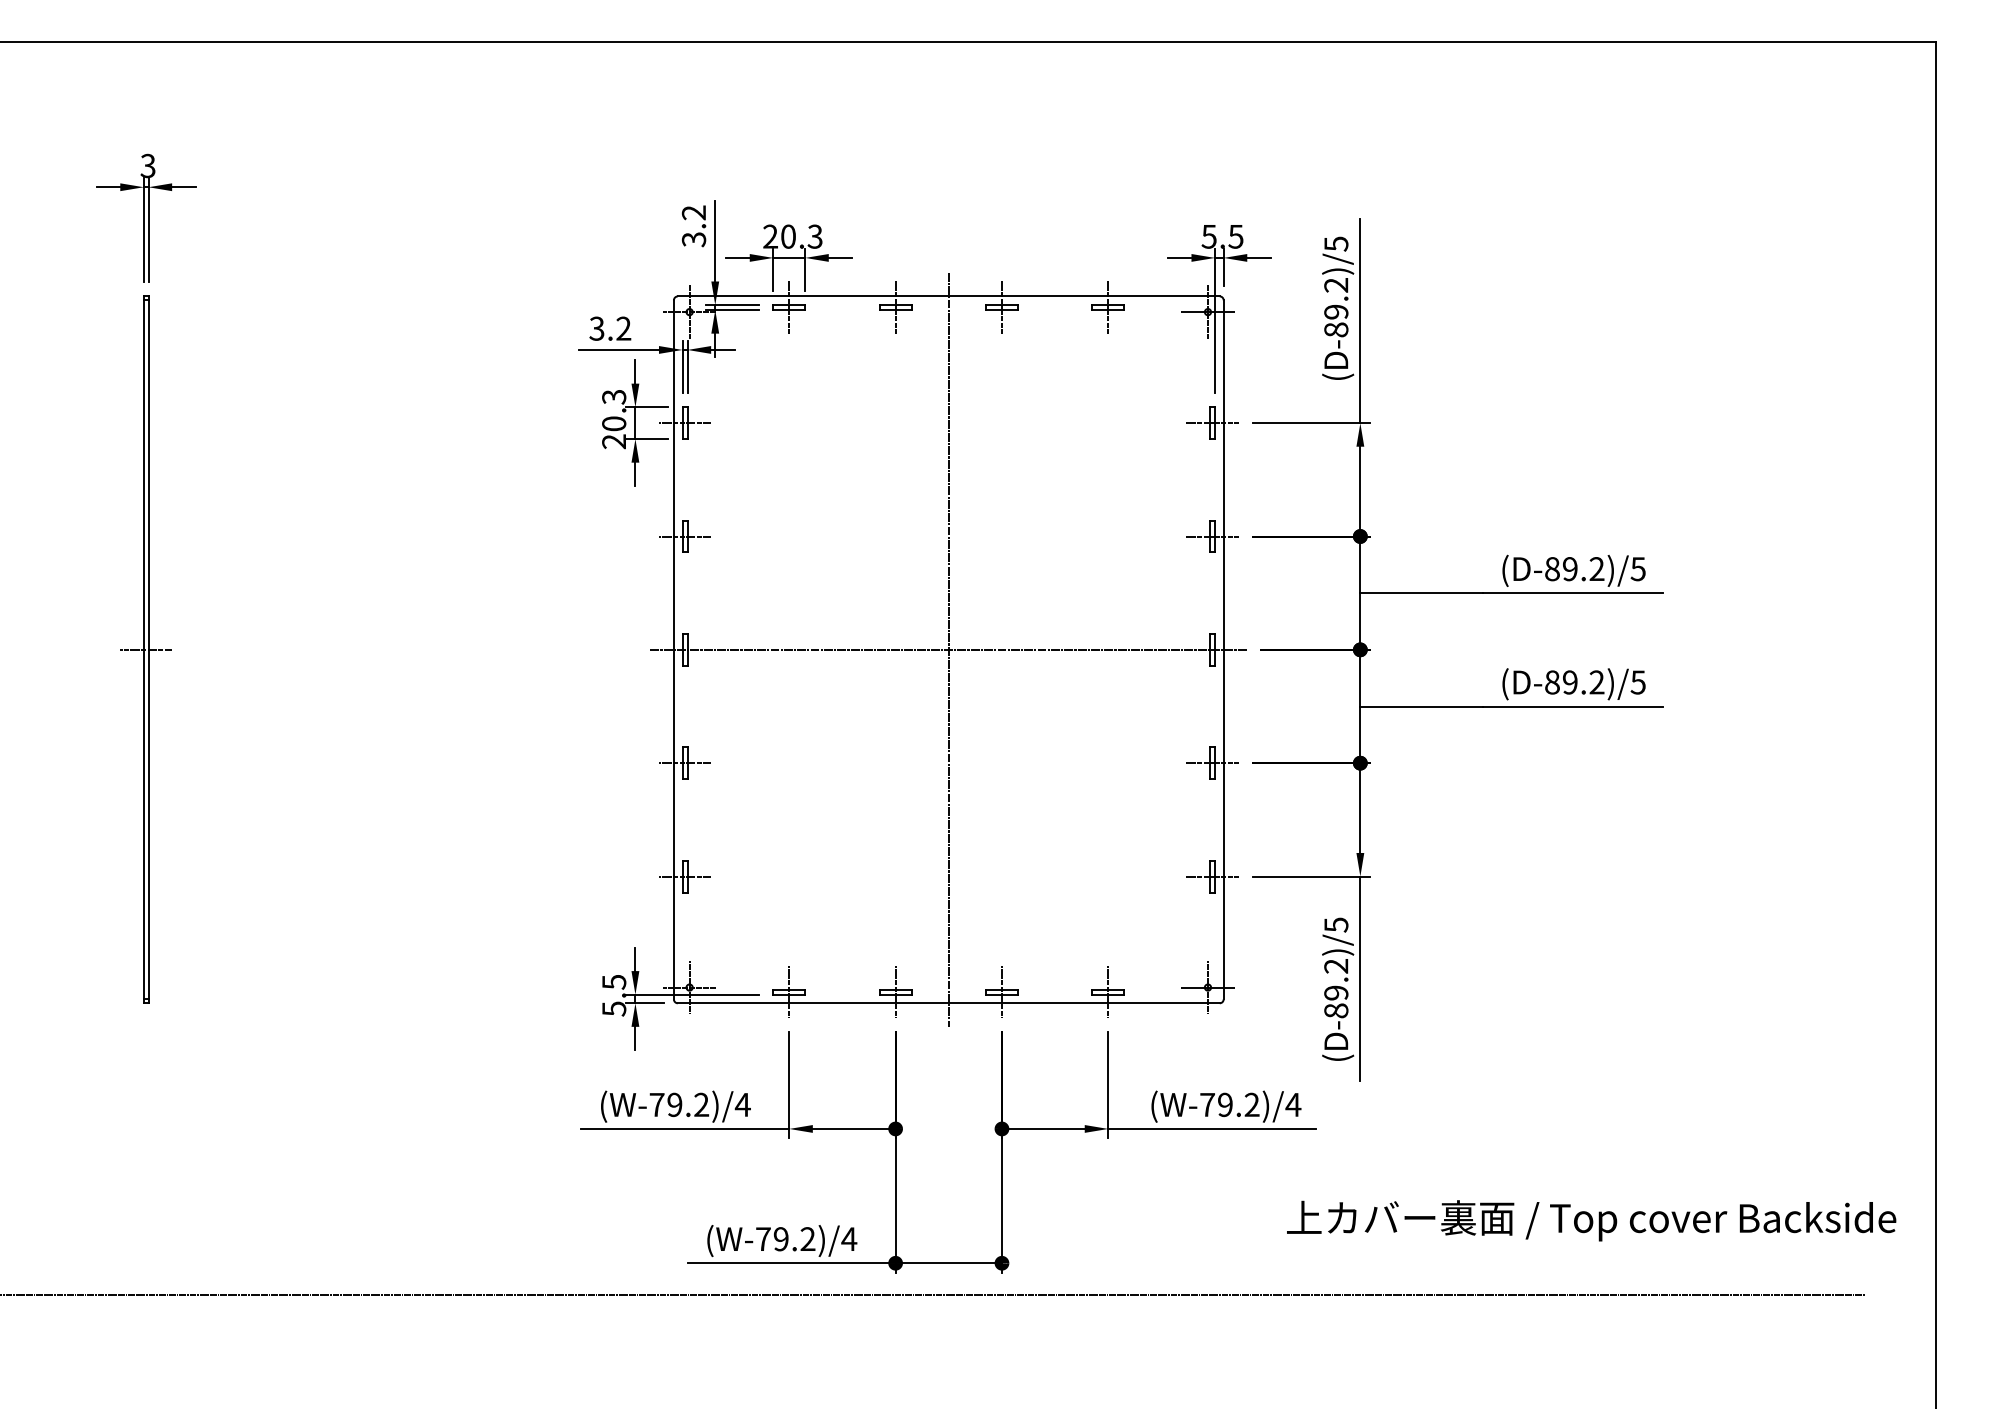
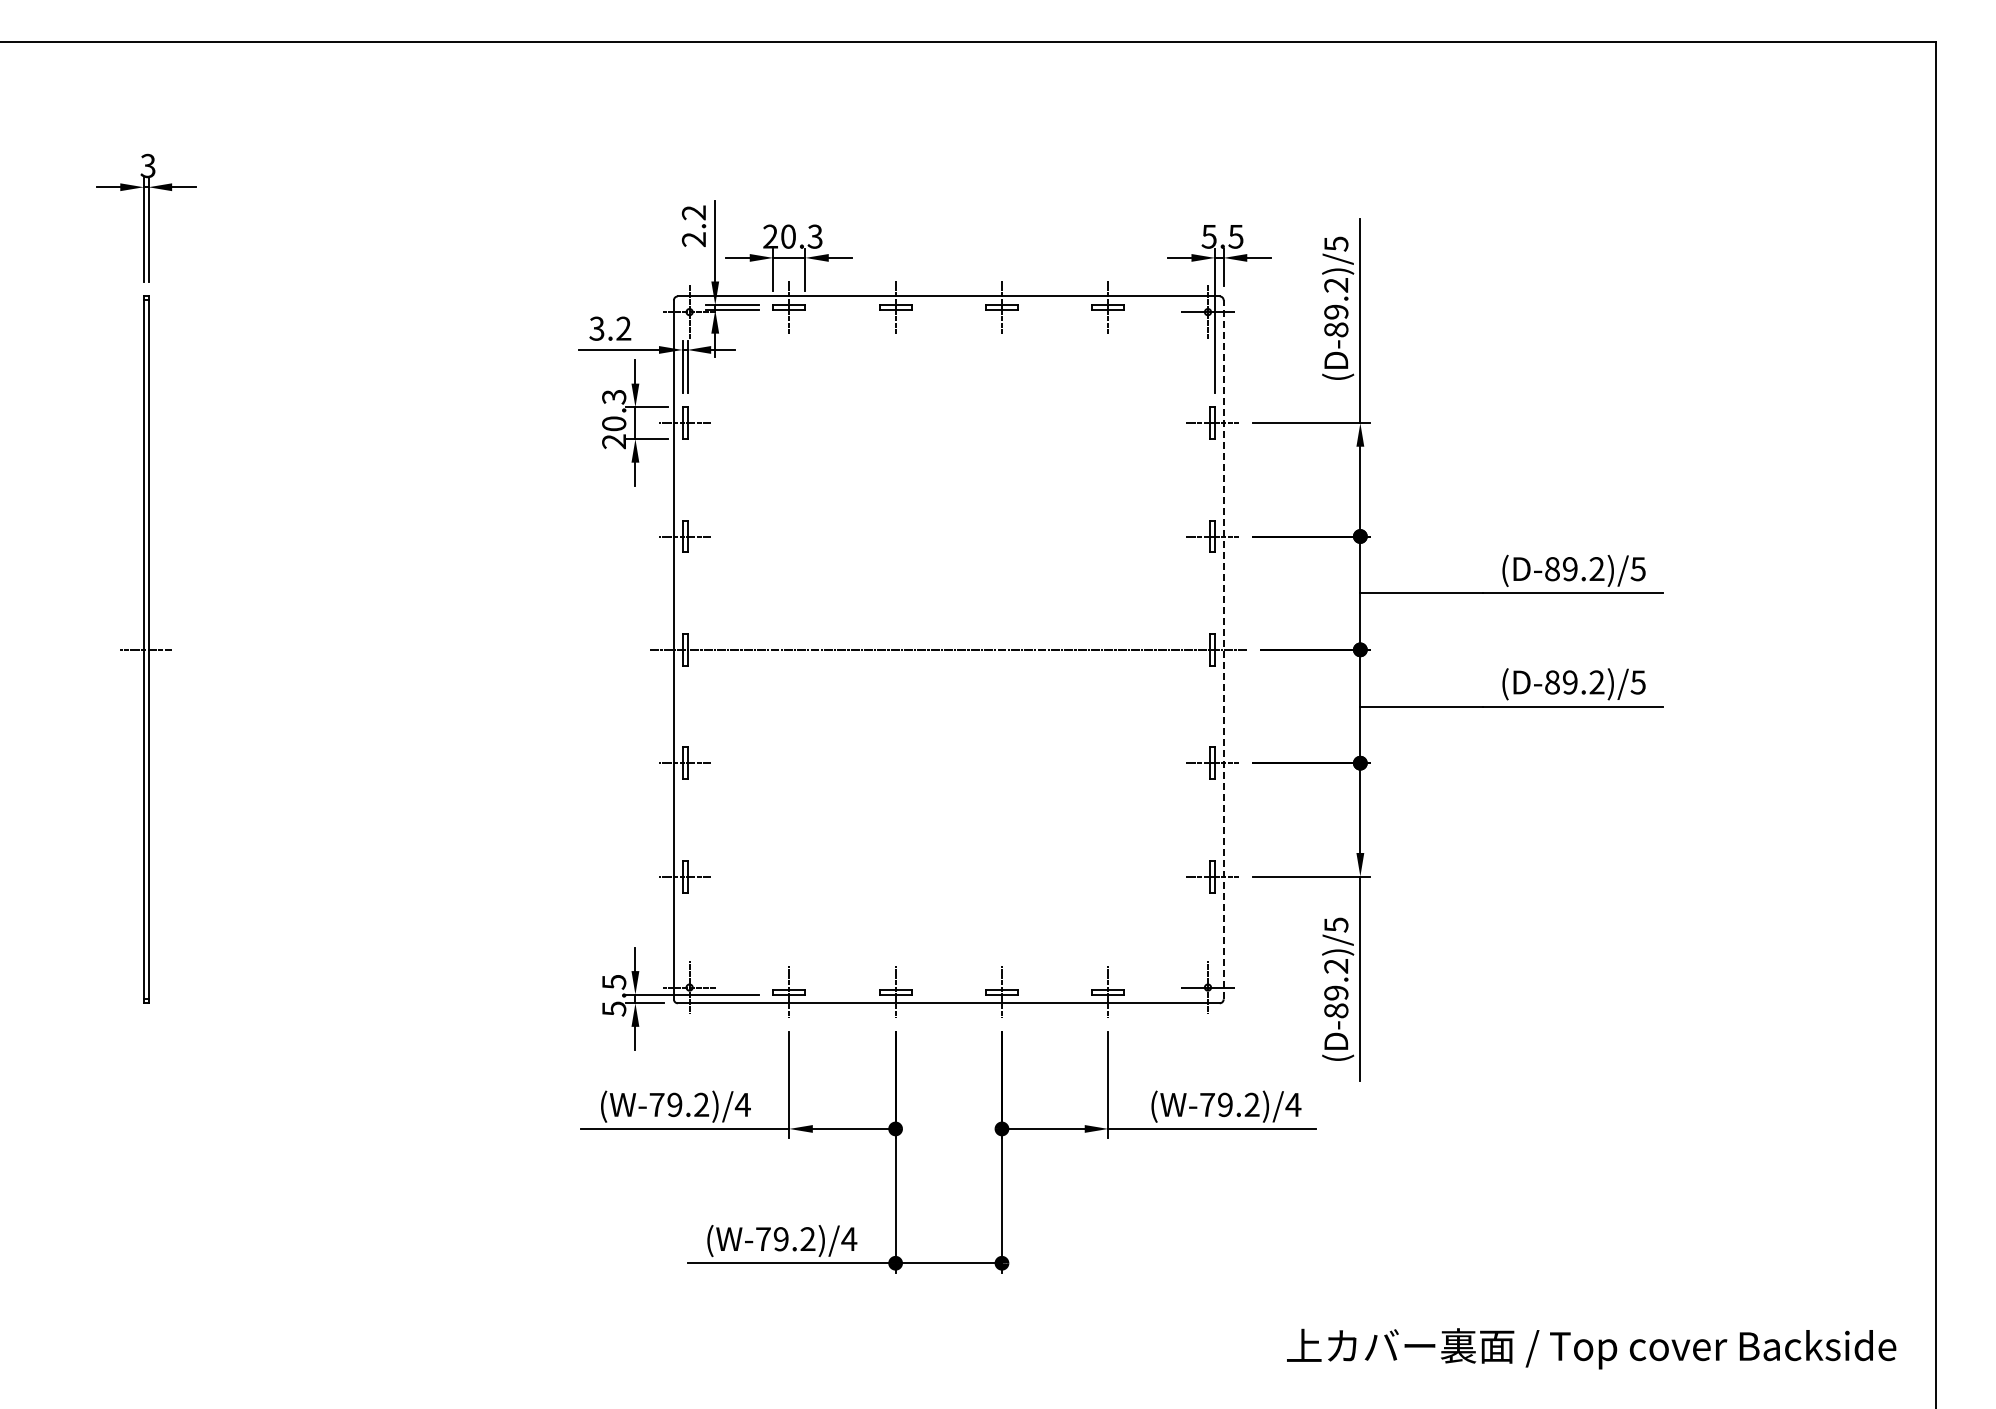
text at (694, 239): 3.2 -> 2.2
line at (948, 649): present -> none
line at (1223, 649): solid -> dashed
text at (1591, 1220) position: (1591, 1220) -> (1591, 1348)
line at (933, 1294): present -> none
